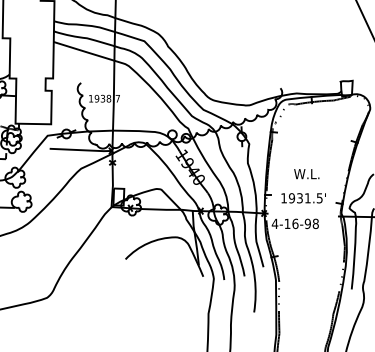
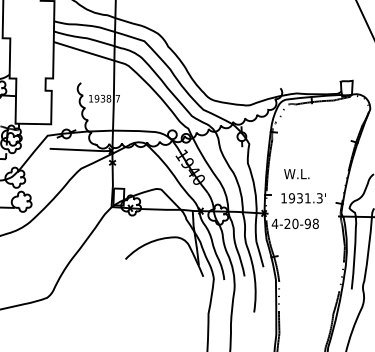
text at (306, 174) position: (306, 174) -> (296, 174)
text at (319, 197): 1931.5' -> 1931.3'
text at (291, 223): 4-16-98 -> 4-20-98
